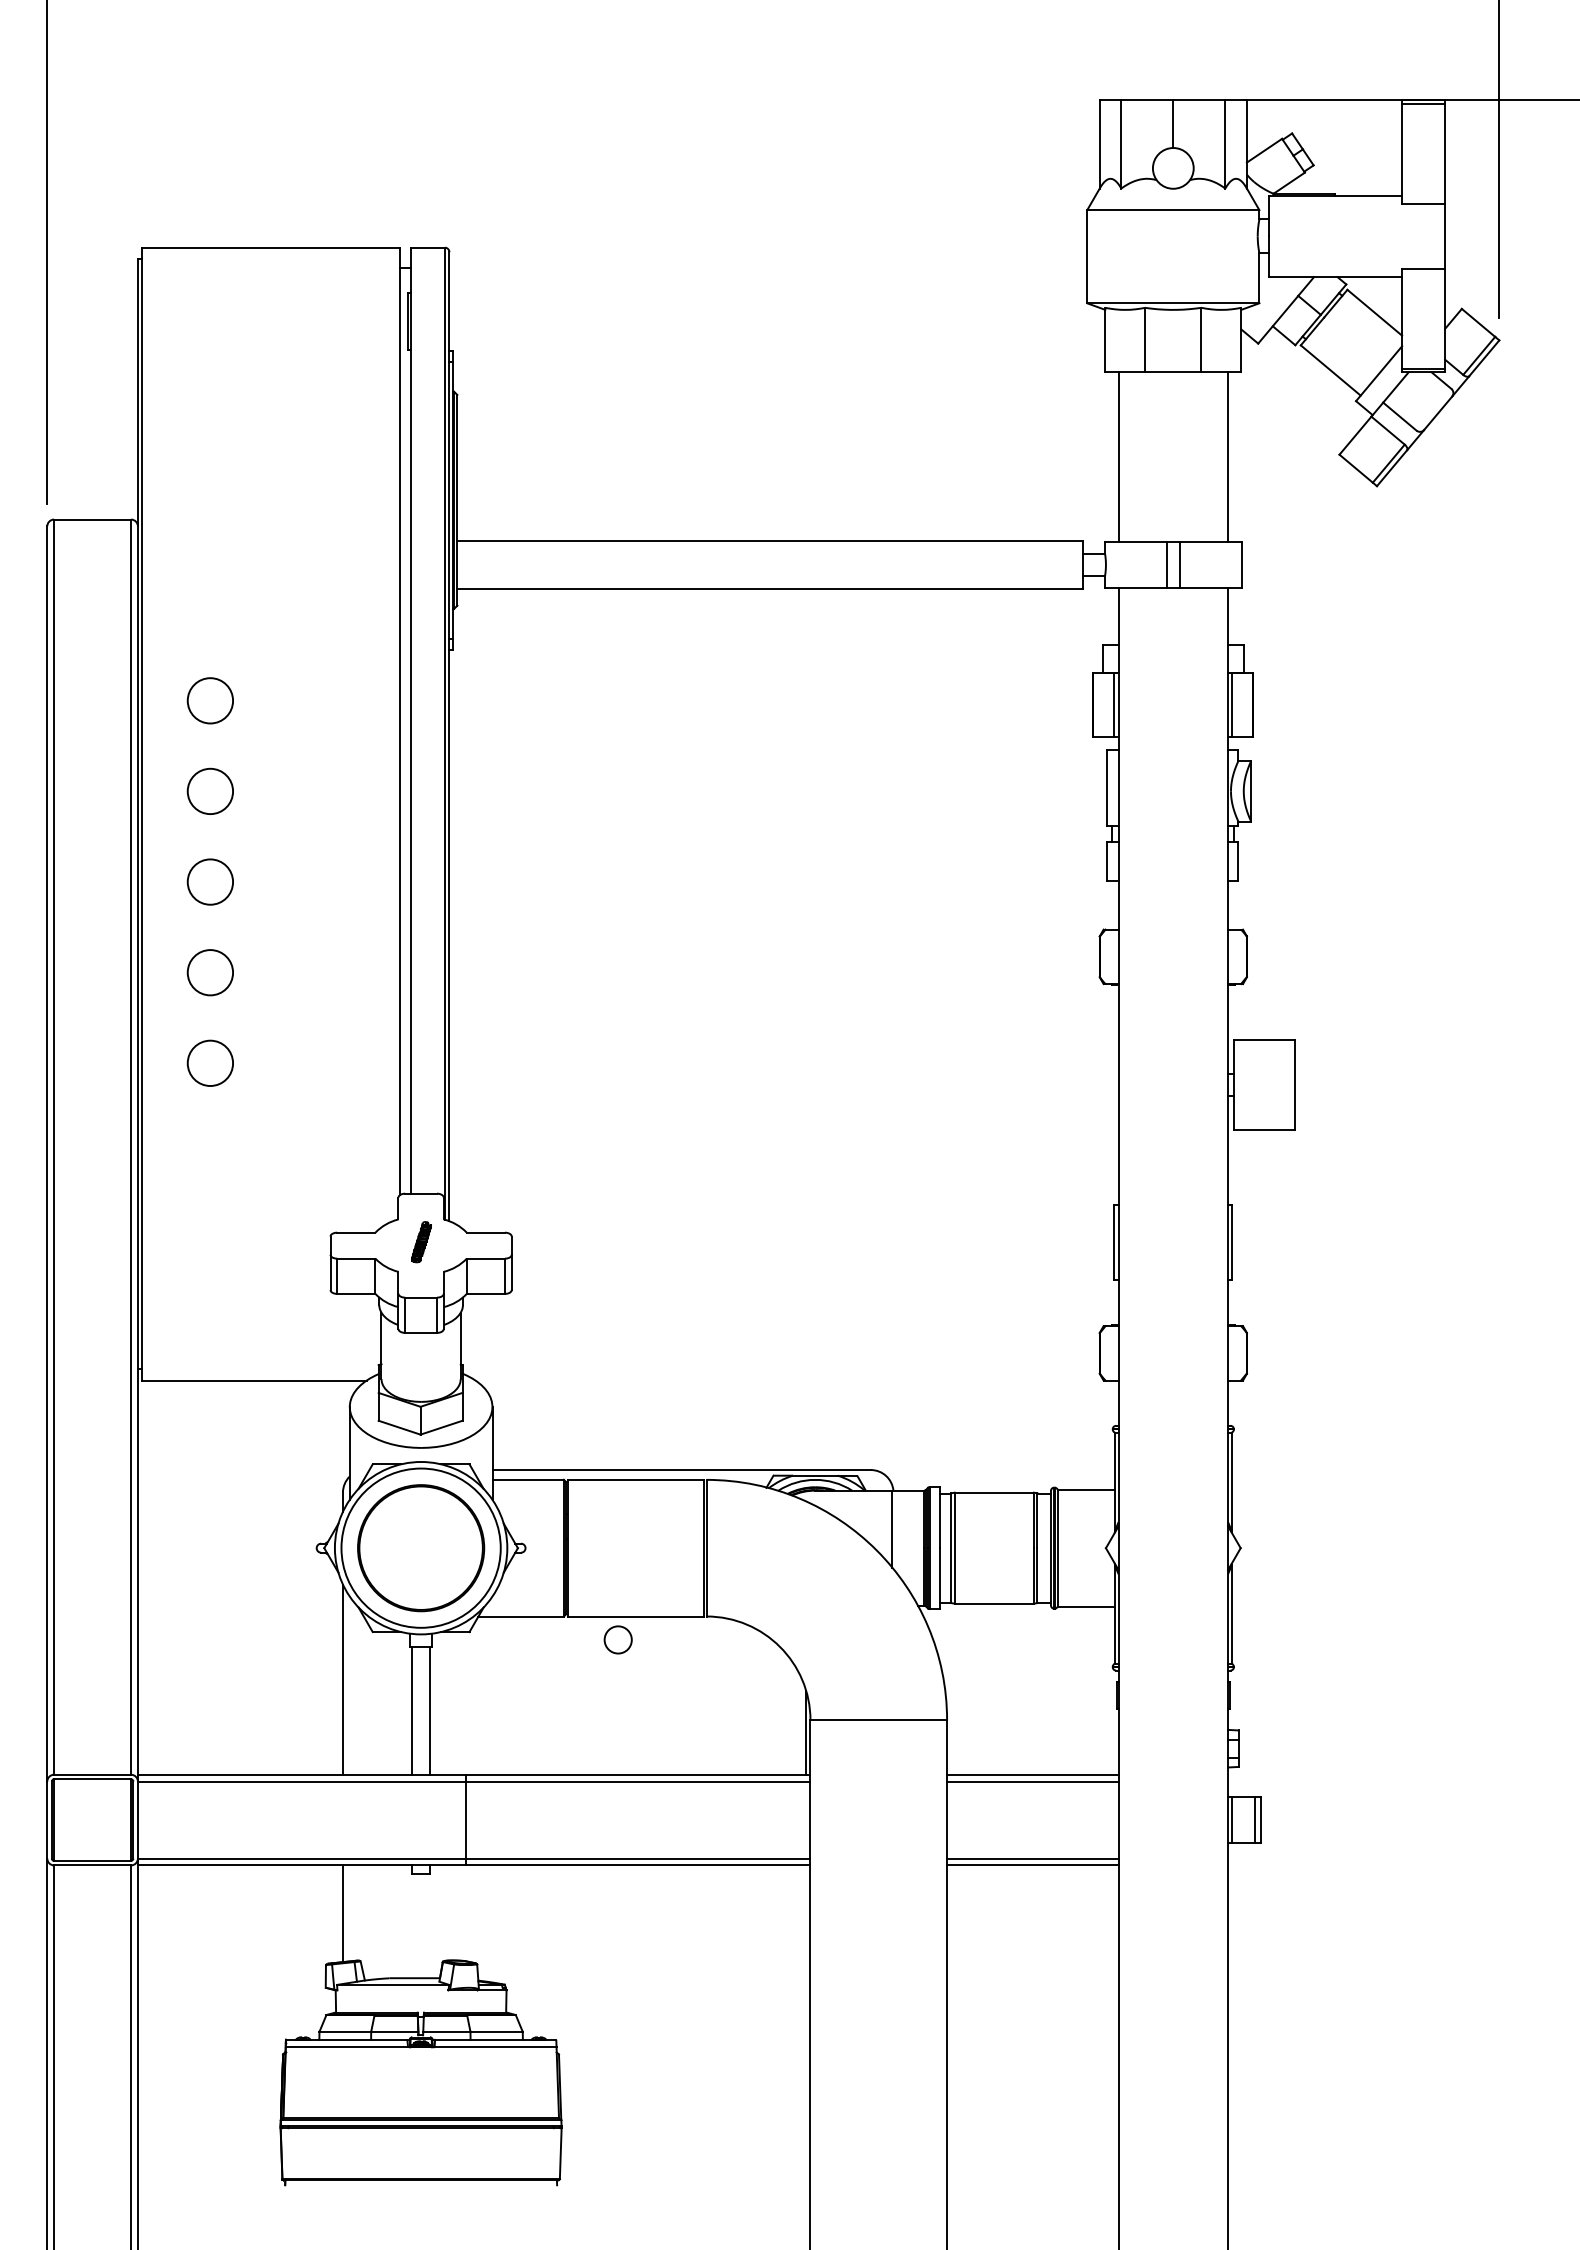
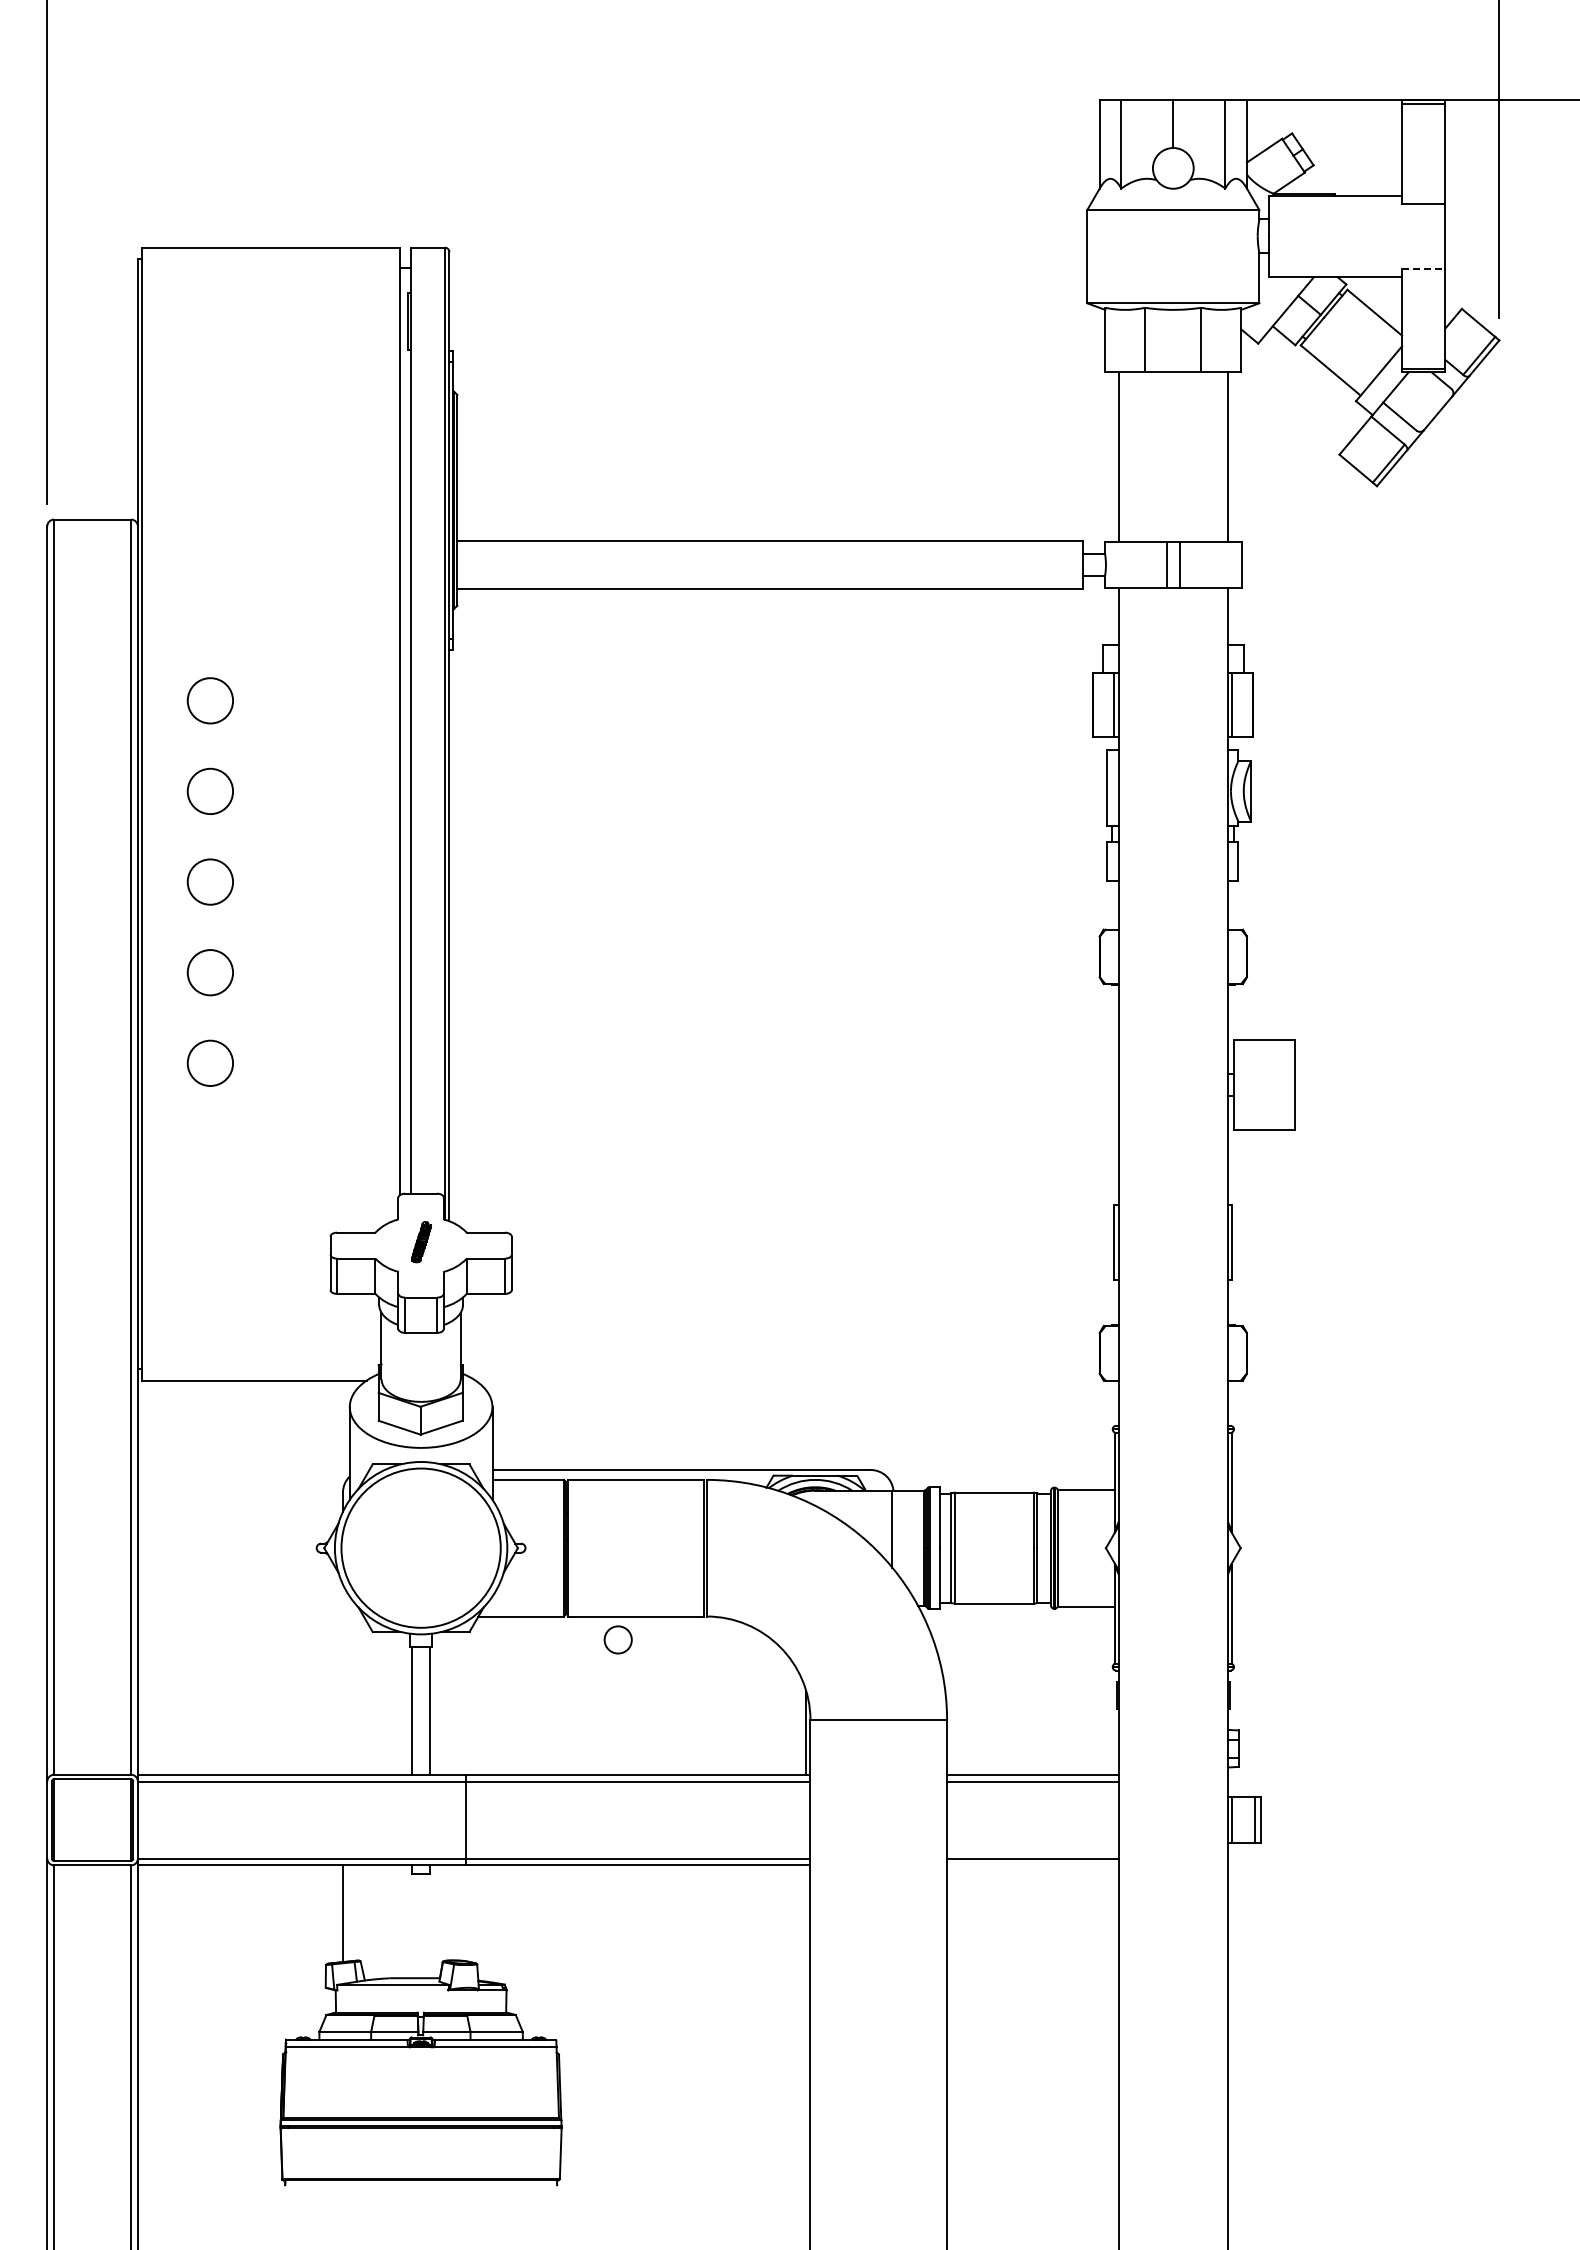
line at (1423, 268): solid -> dashed
part at (421, 1548): present -> none
line at (342, 1679): present -> none
line at (1032, 1865): present -> none
